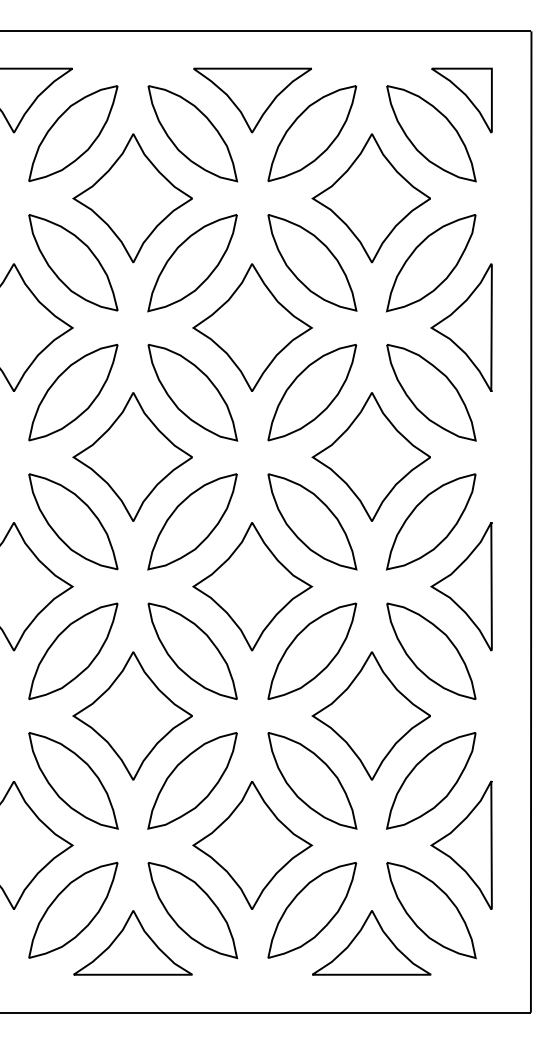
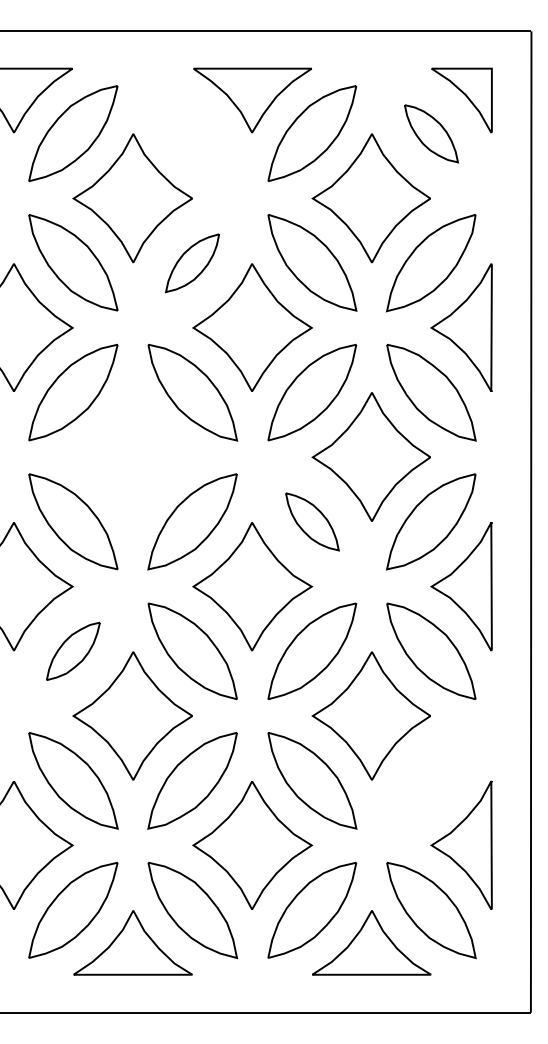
part at (192, 133): present -> none
part at (431, 133) size: 91x98 px -> 56x60 px
part at (192, 263) size: 91x99 px -> 55x61 px
part at (132, 456): present -> none
part at (312, 521) size: 91x98 px -> 55x60 px
part at (73, 651) size: 91x99 px -> 55x60 px
part at (431, 780): present -> none
